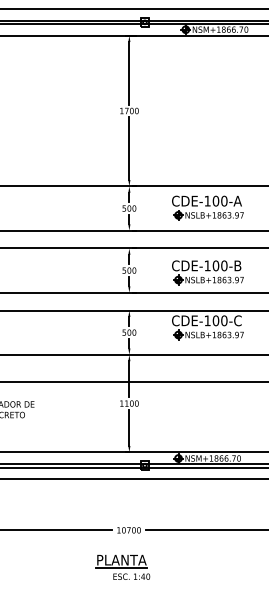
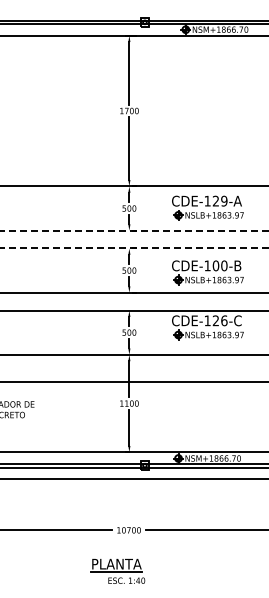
line at (133, 9): present -> none
text at (219, 200): CDE-100-A -> CDE-129-A
line at (268, 230): solid -> dashed
text at (219, 320): CDE-100-C -> CDE-126-C
part at (122, 567) position: (122, 567) -> (117, 571)
